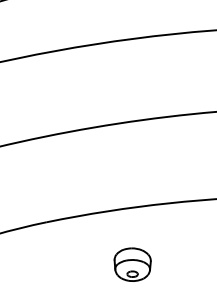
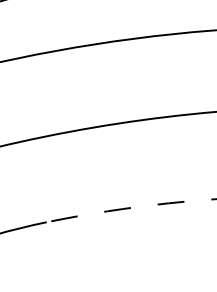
arc at (131, 207): solid -> dashed
part at (132, 264): present -> none
